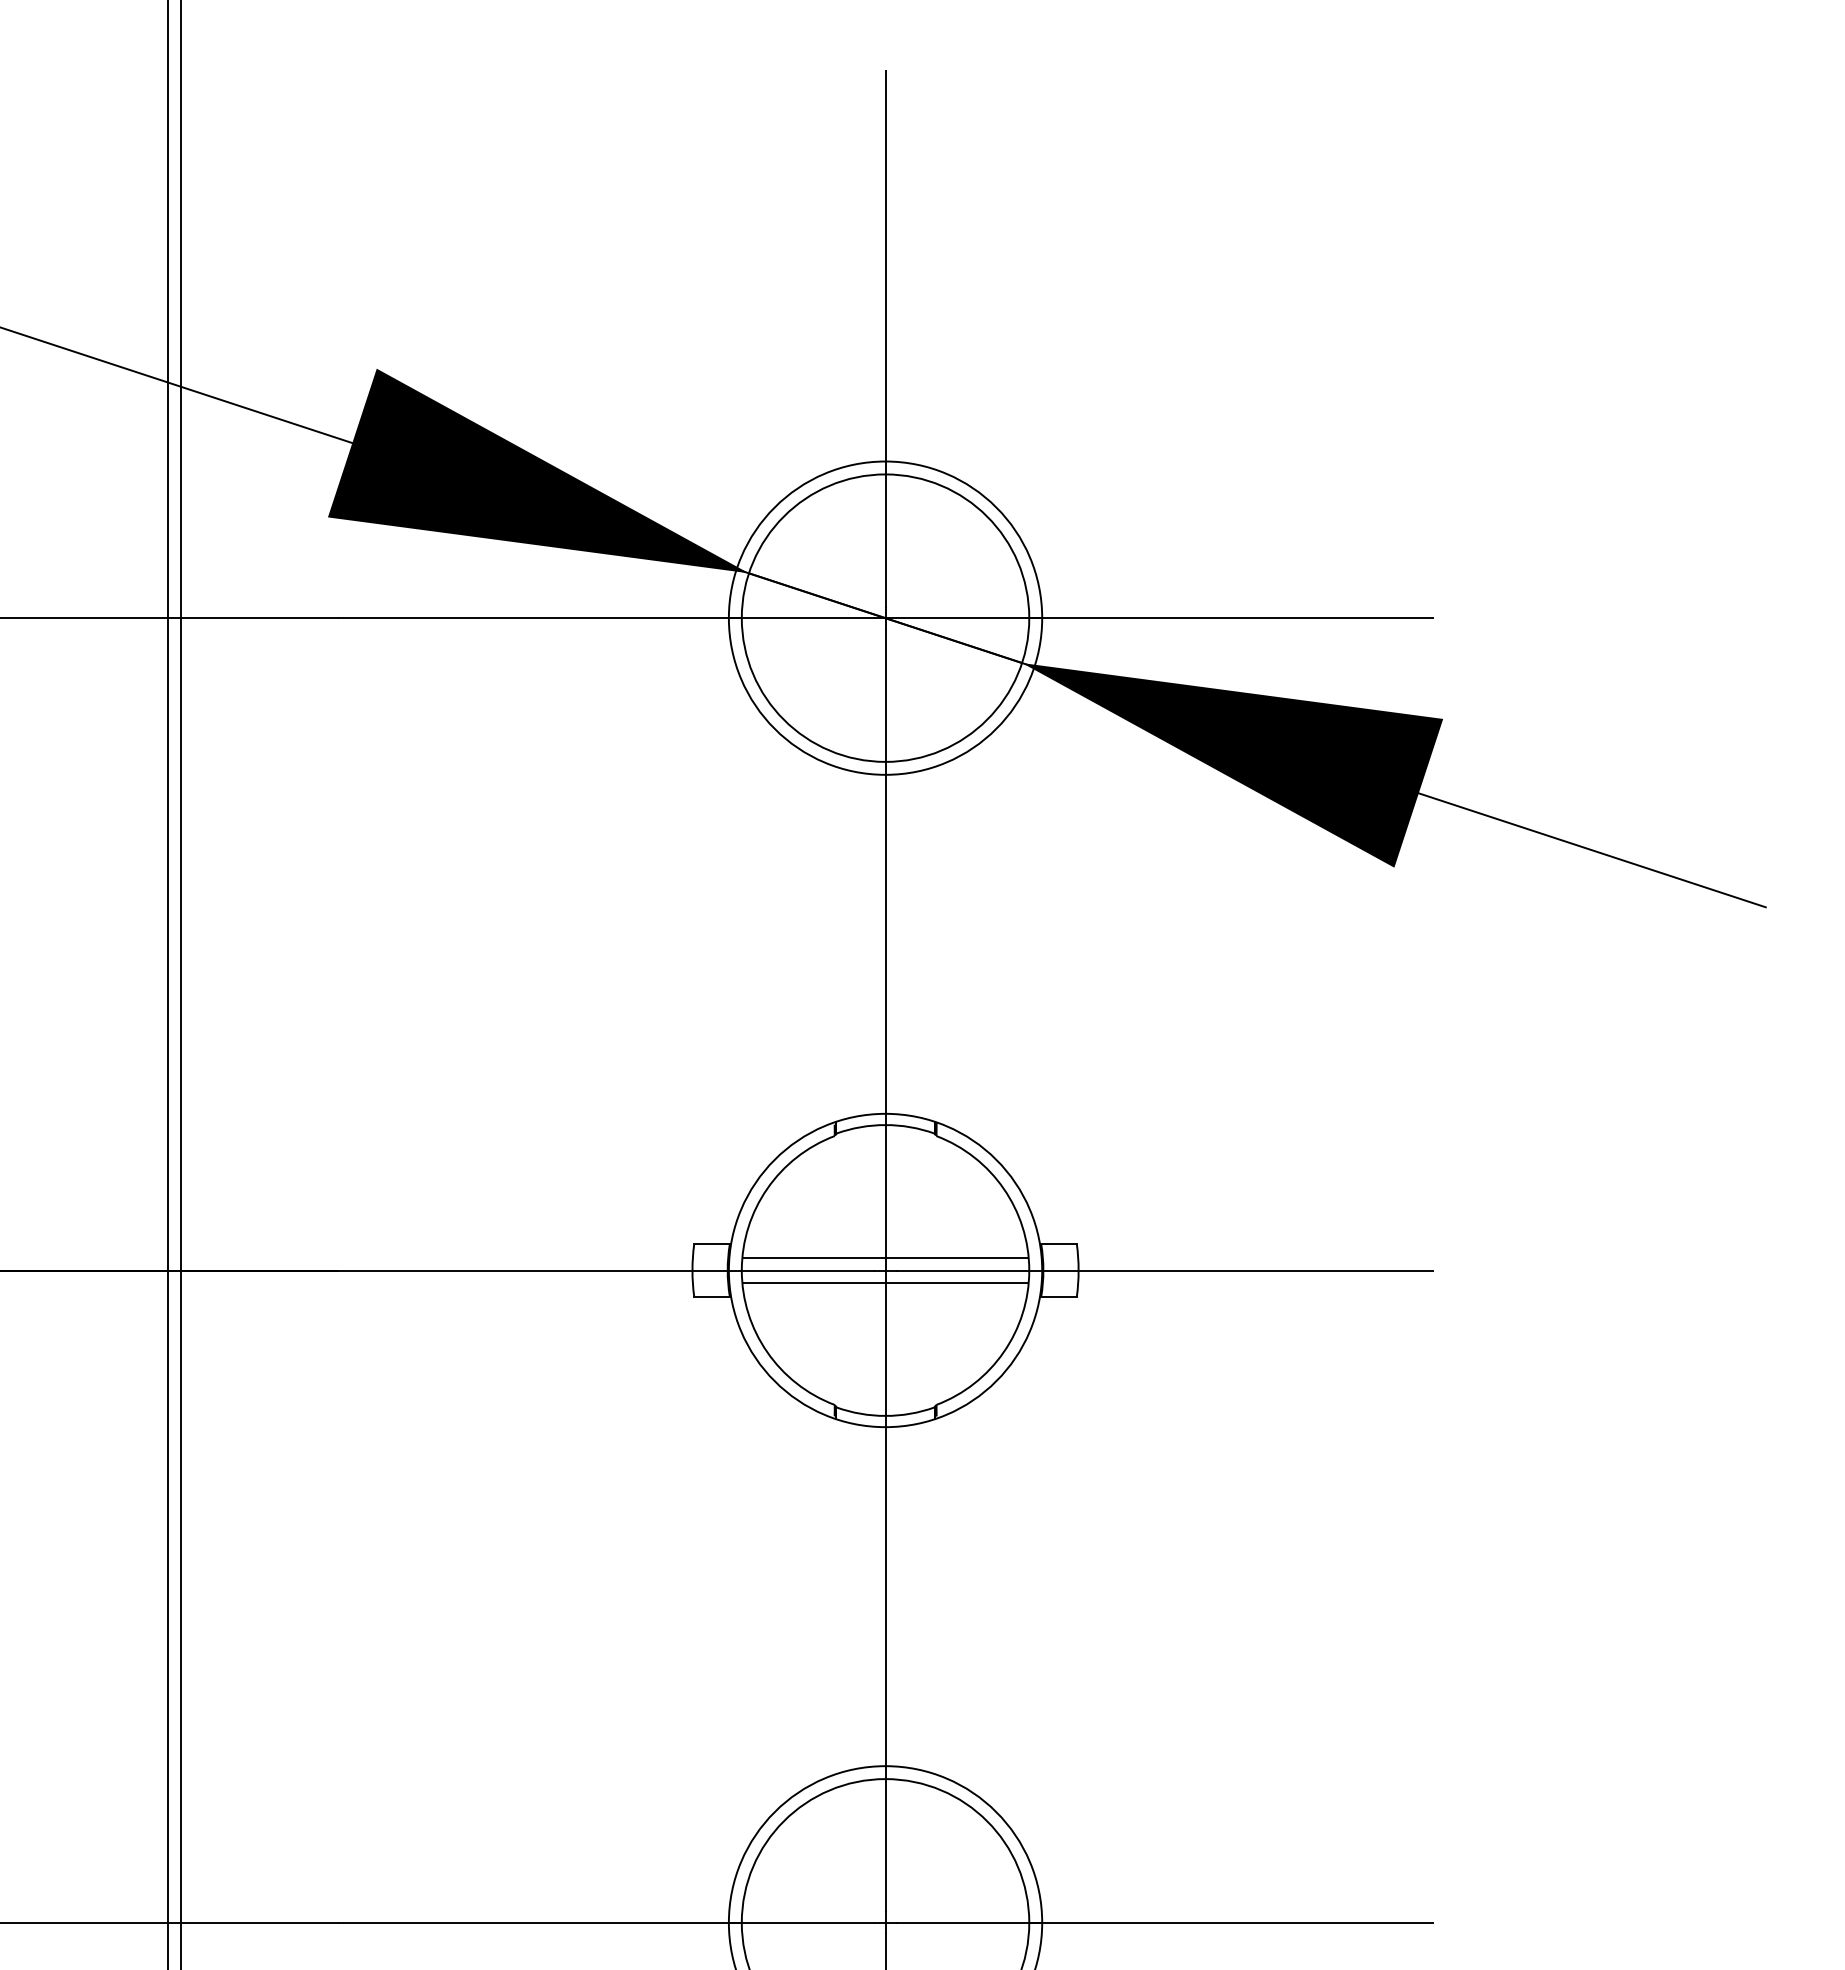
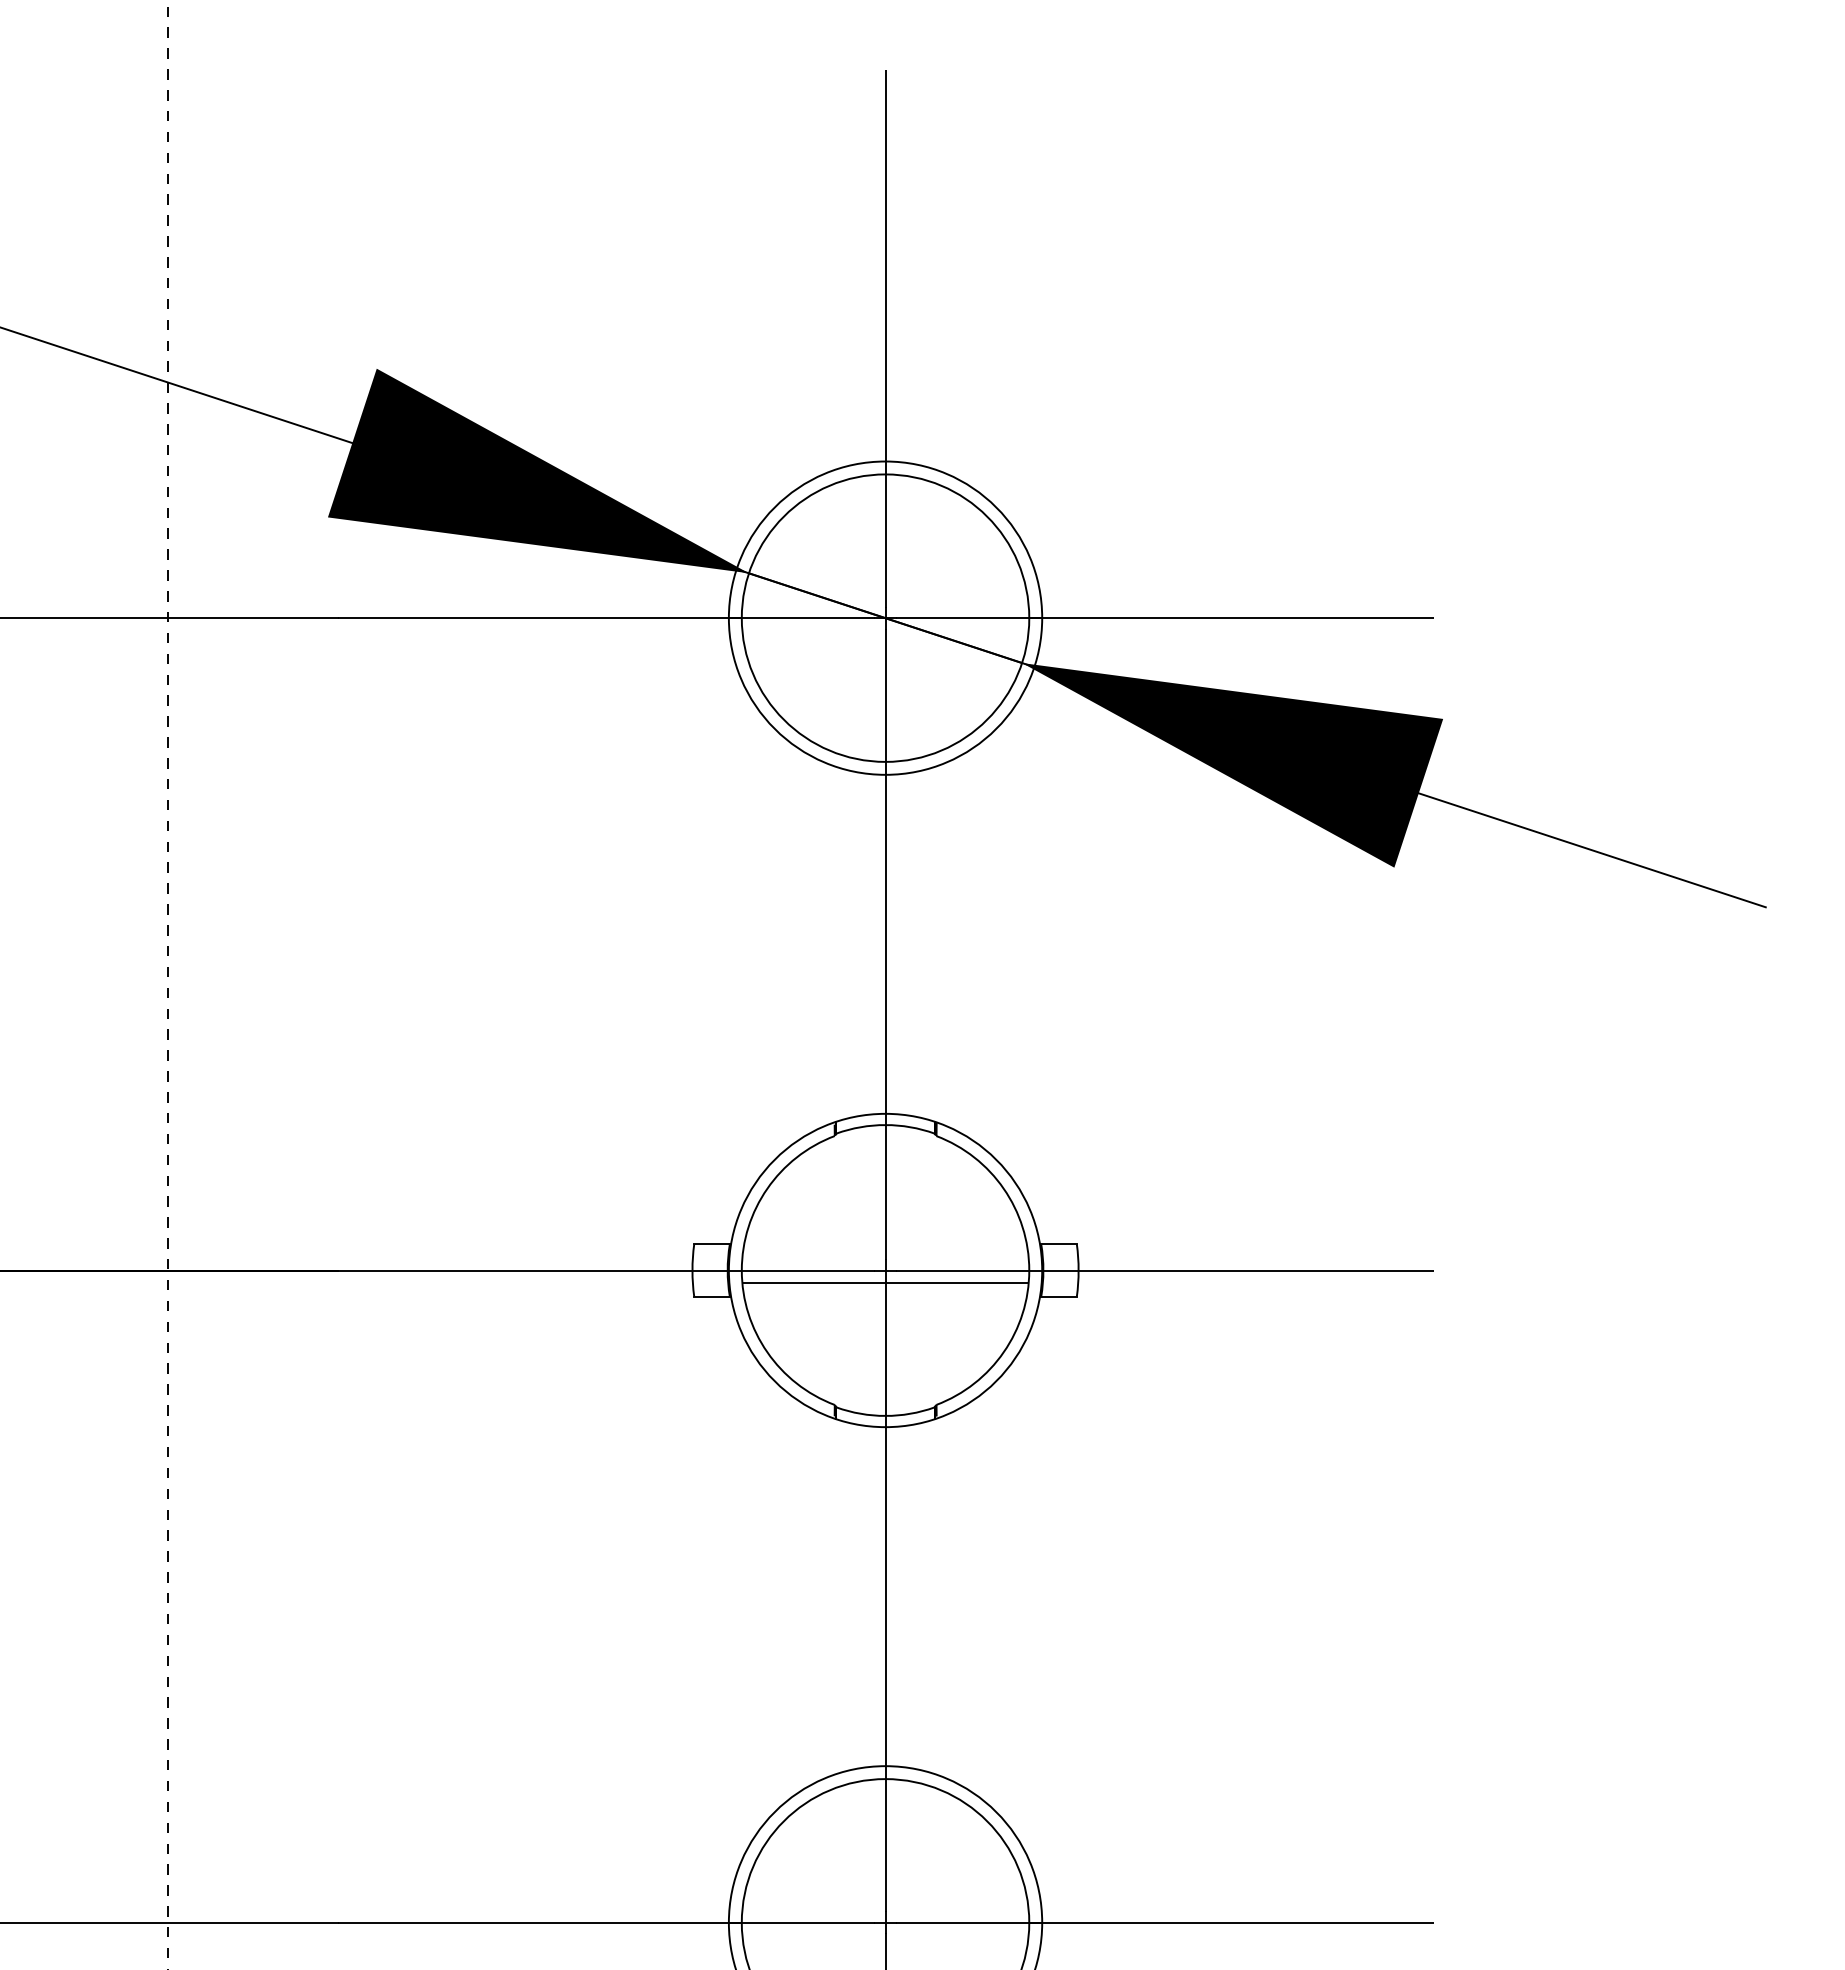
line at (181, 984): present -> none
line at (167, 985): solid -> dashed
line at (885, 1257): present -> none
